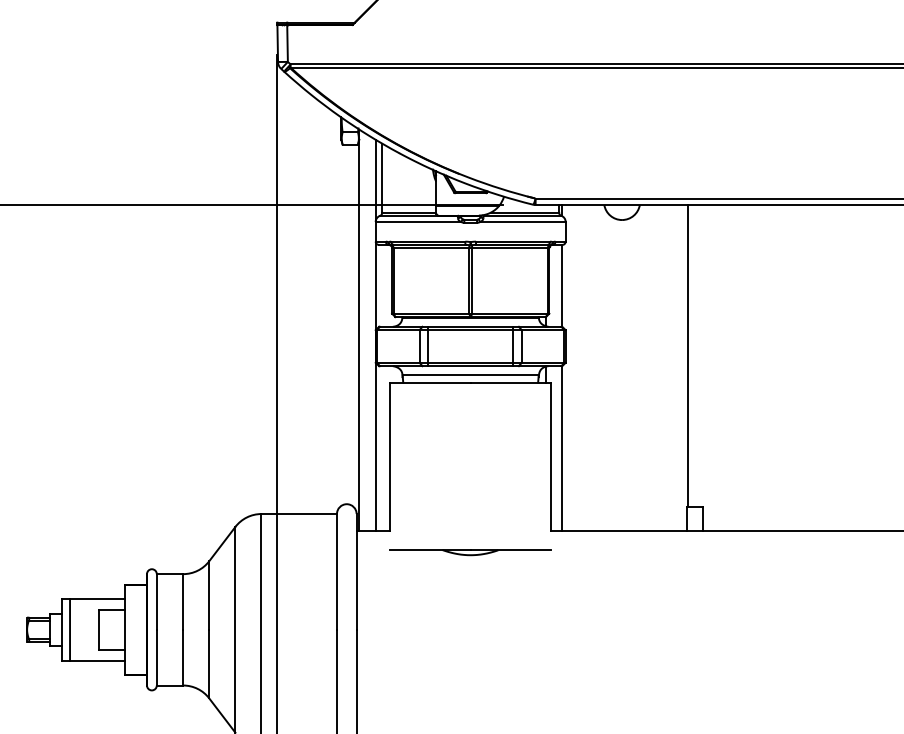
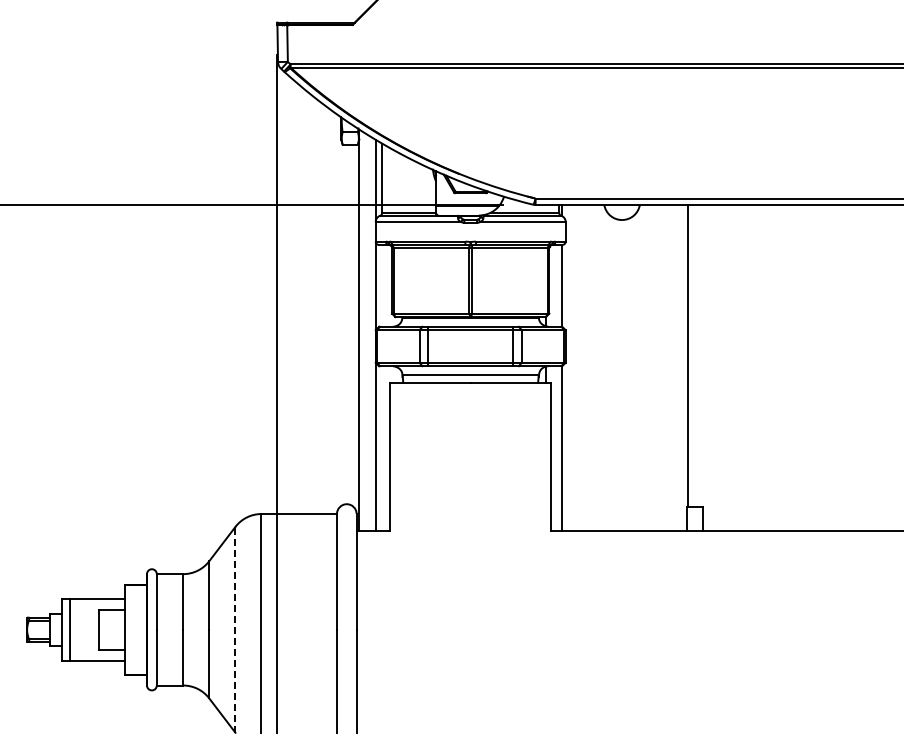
part at (470, 552): present -> none
line at (235, 629): solid -> dashed
